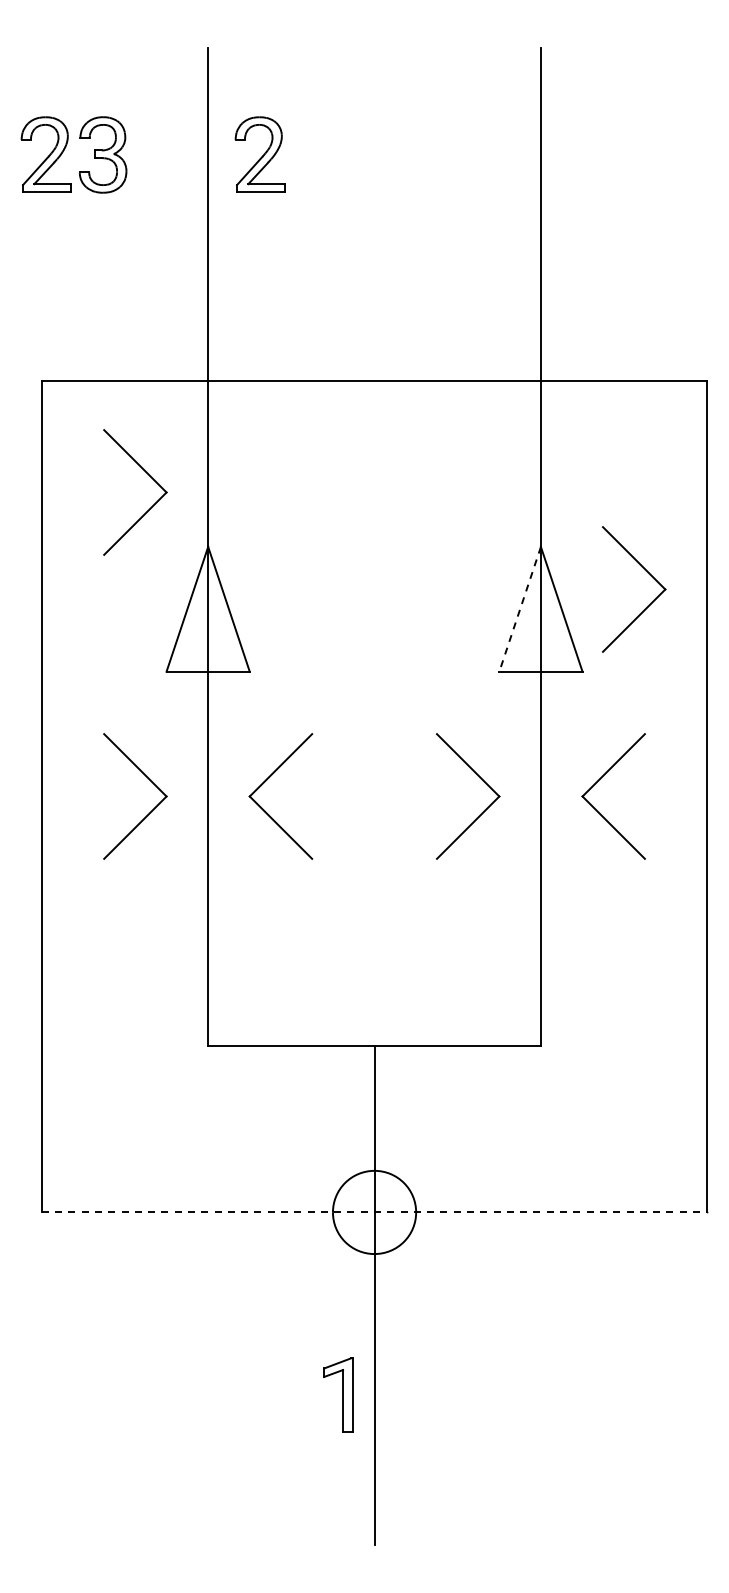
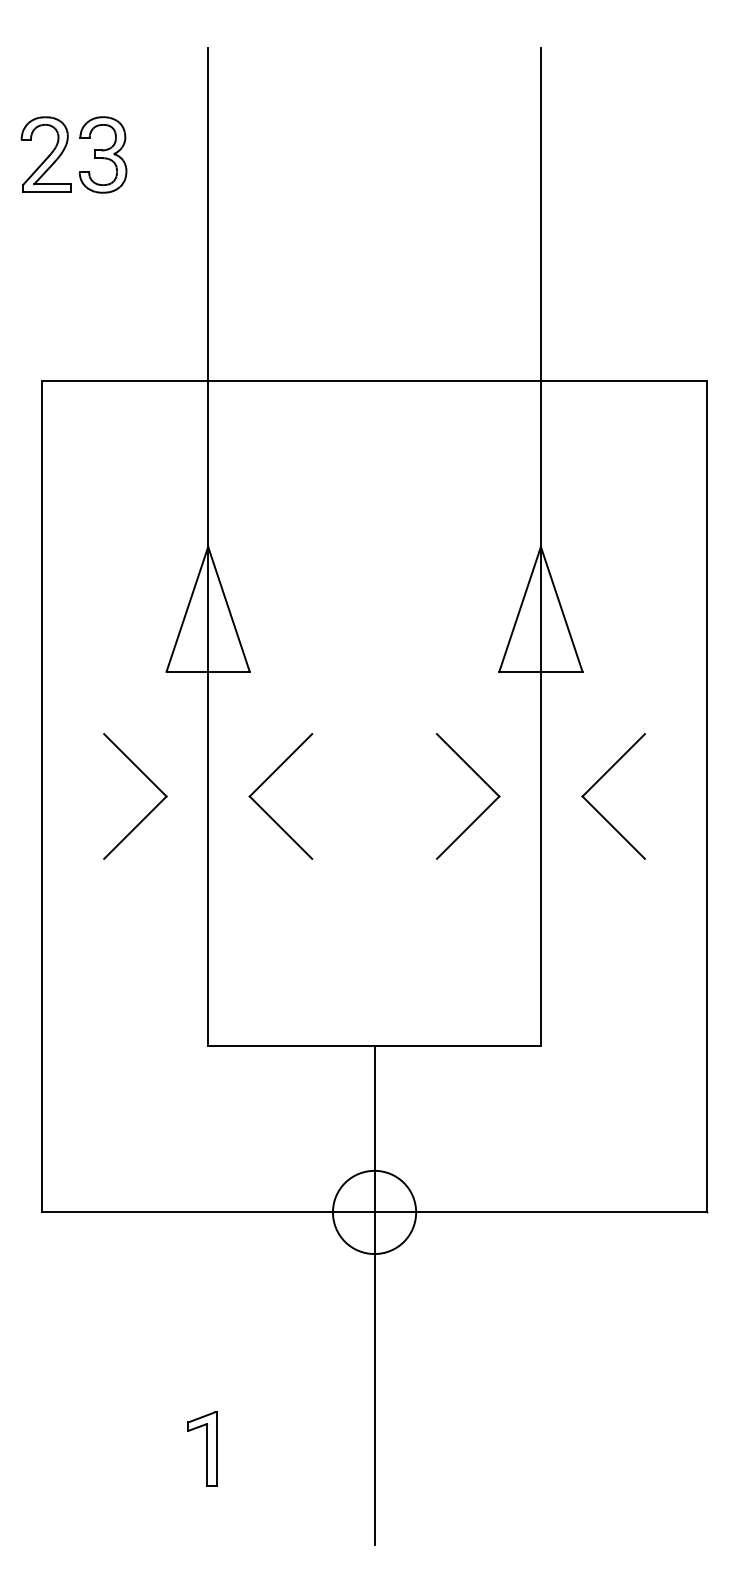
part at (259, 154): present -> none
part at (150, 477): present -> none
part at (648, 574): present -> none
line at (520, 609): dashed -> solid
line at (374, 1212): dashed -> solid
part at (338, 1394) position: (338, 1394) -> (202, 1448)
